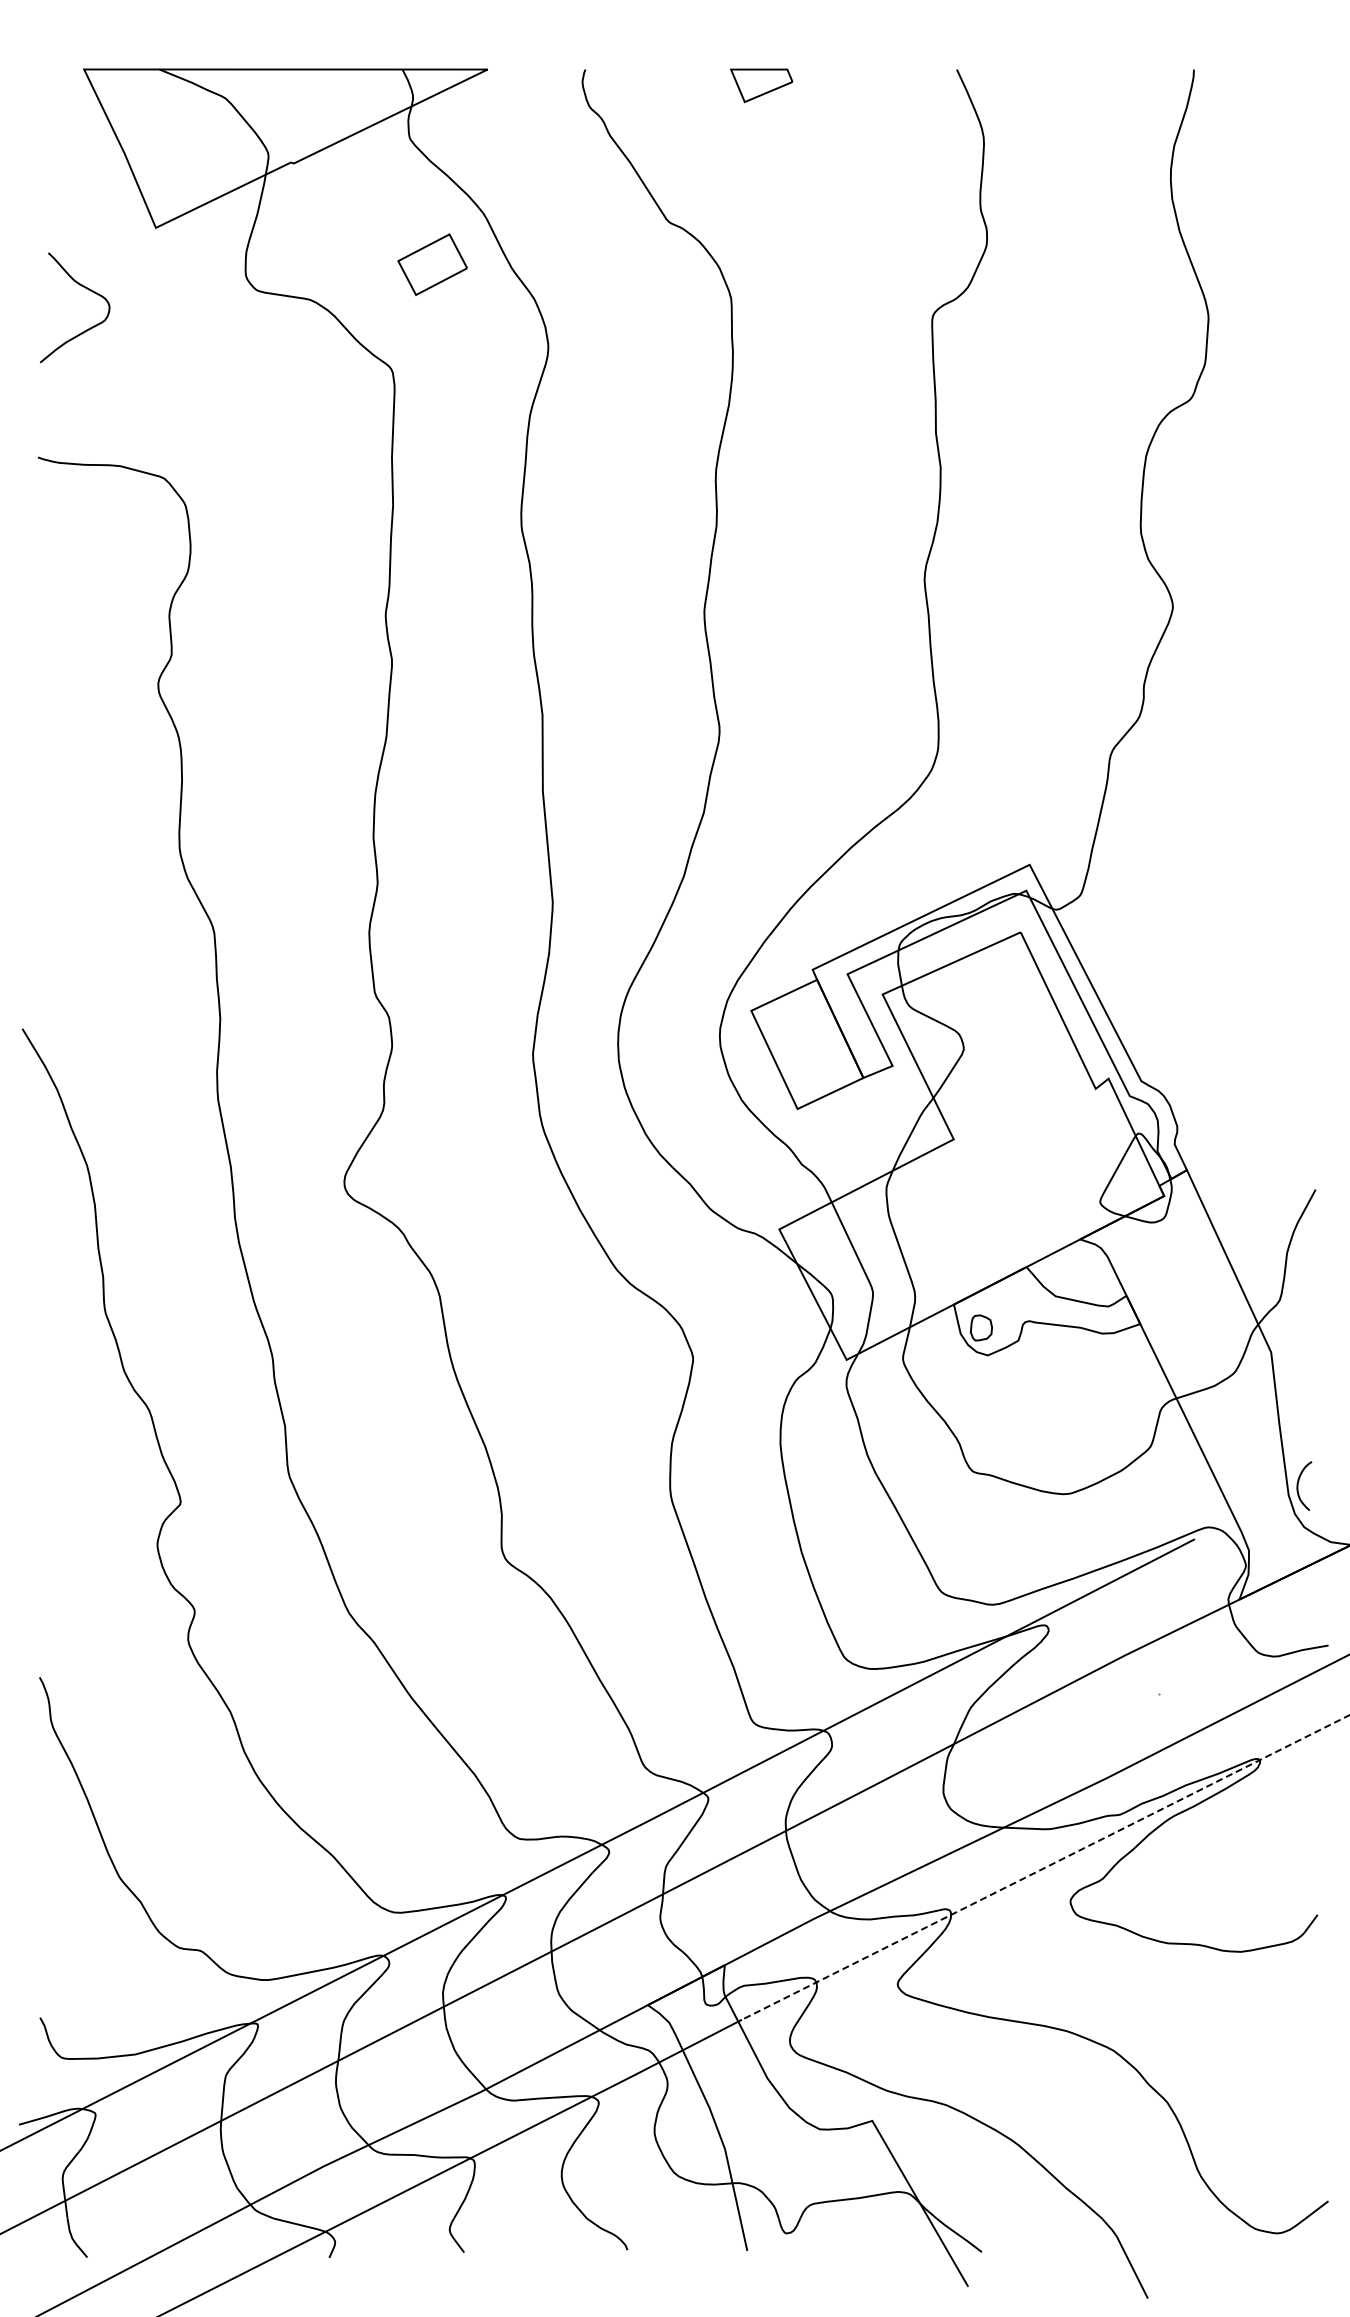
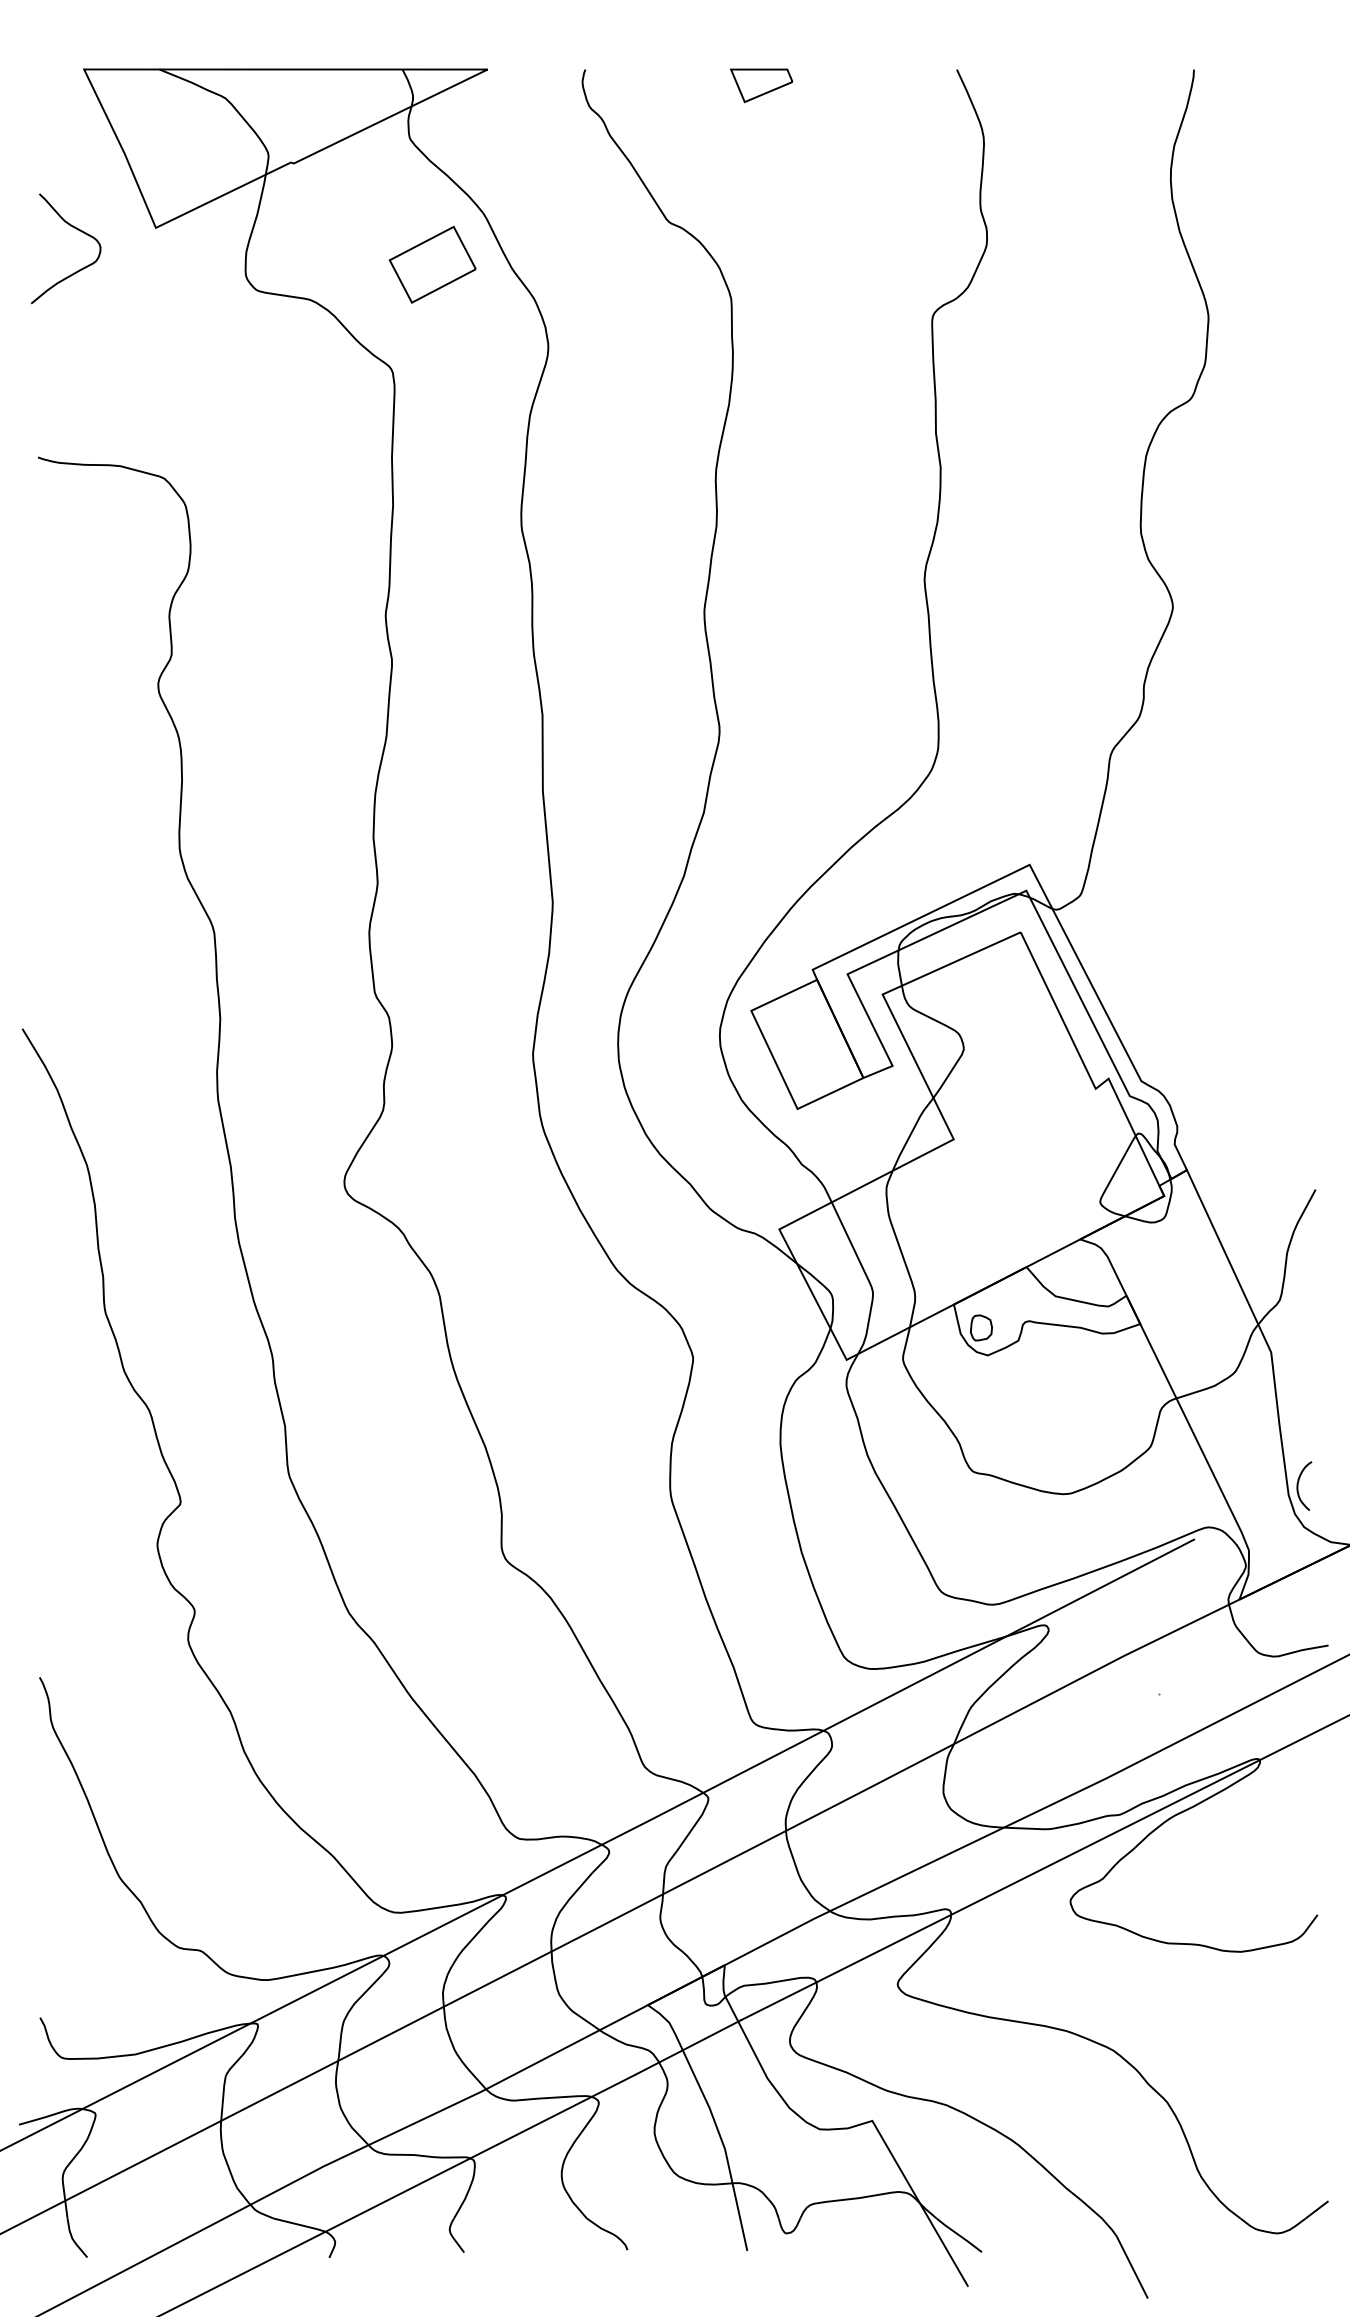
part at (432, 264) size: 71x63 px -> 89x79 px
curve at (88, 290) position: (88, 290) -> (79, 231)
line at (1044, 1867): dashed -> solid
